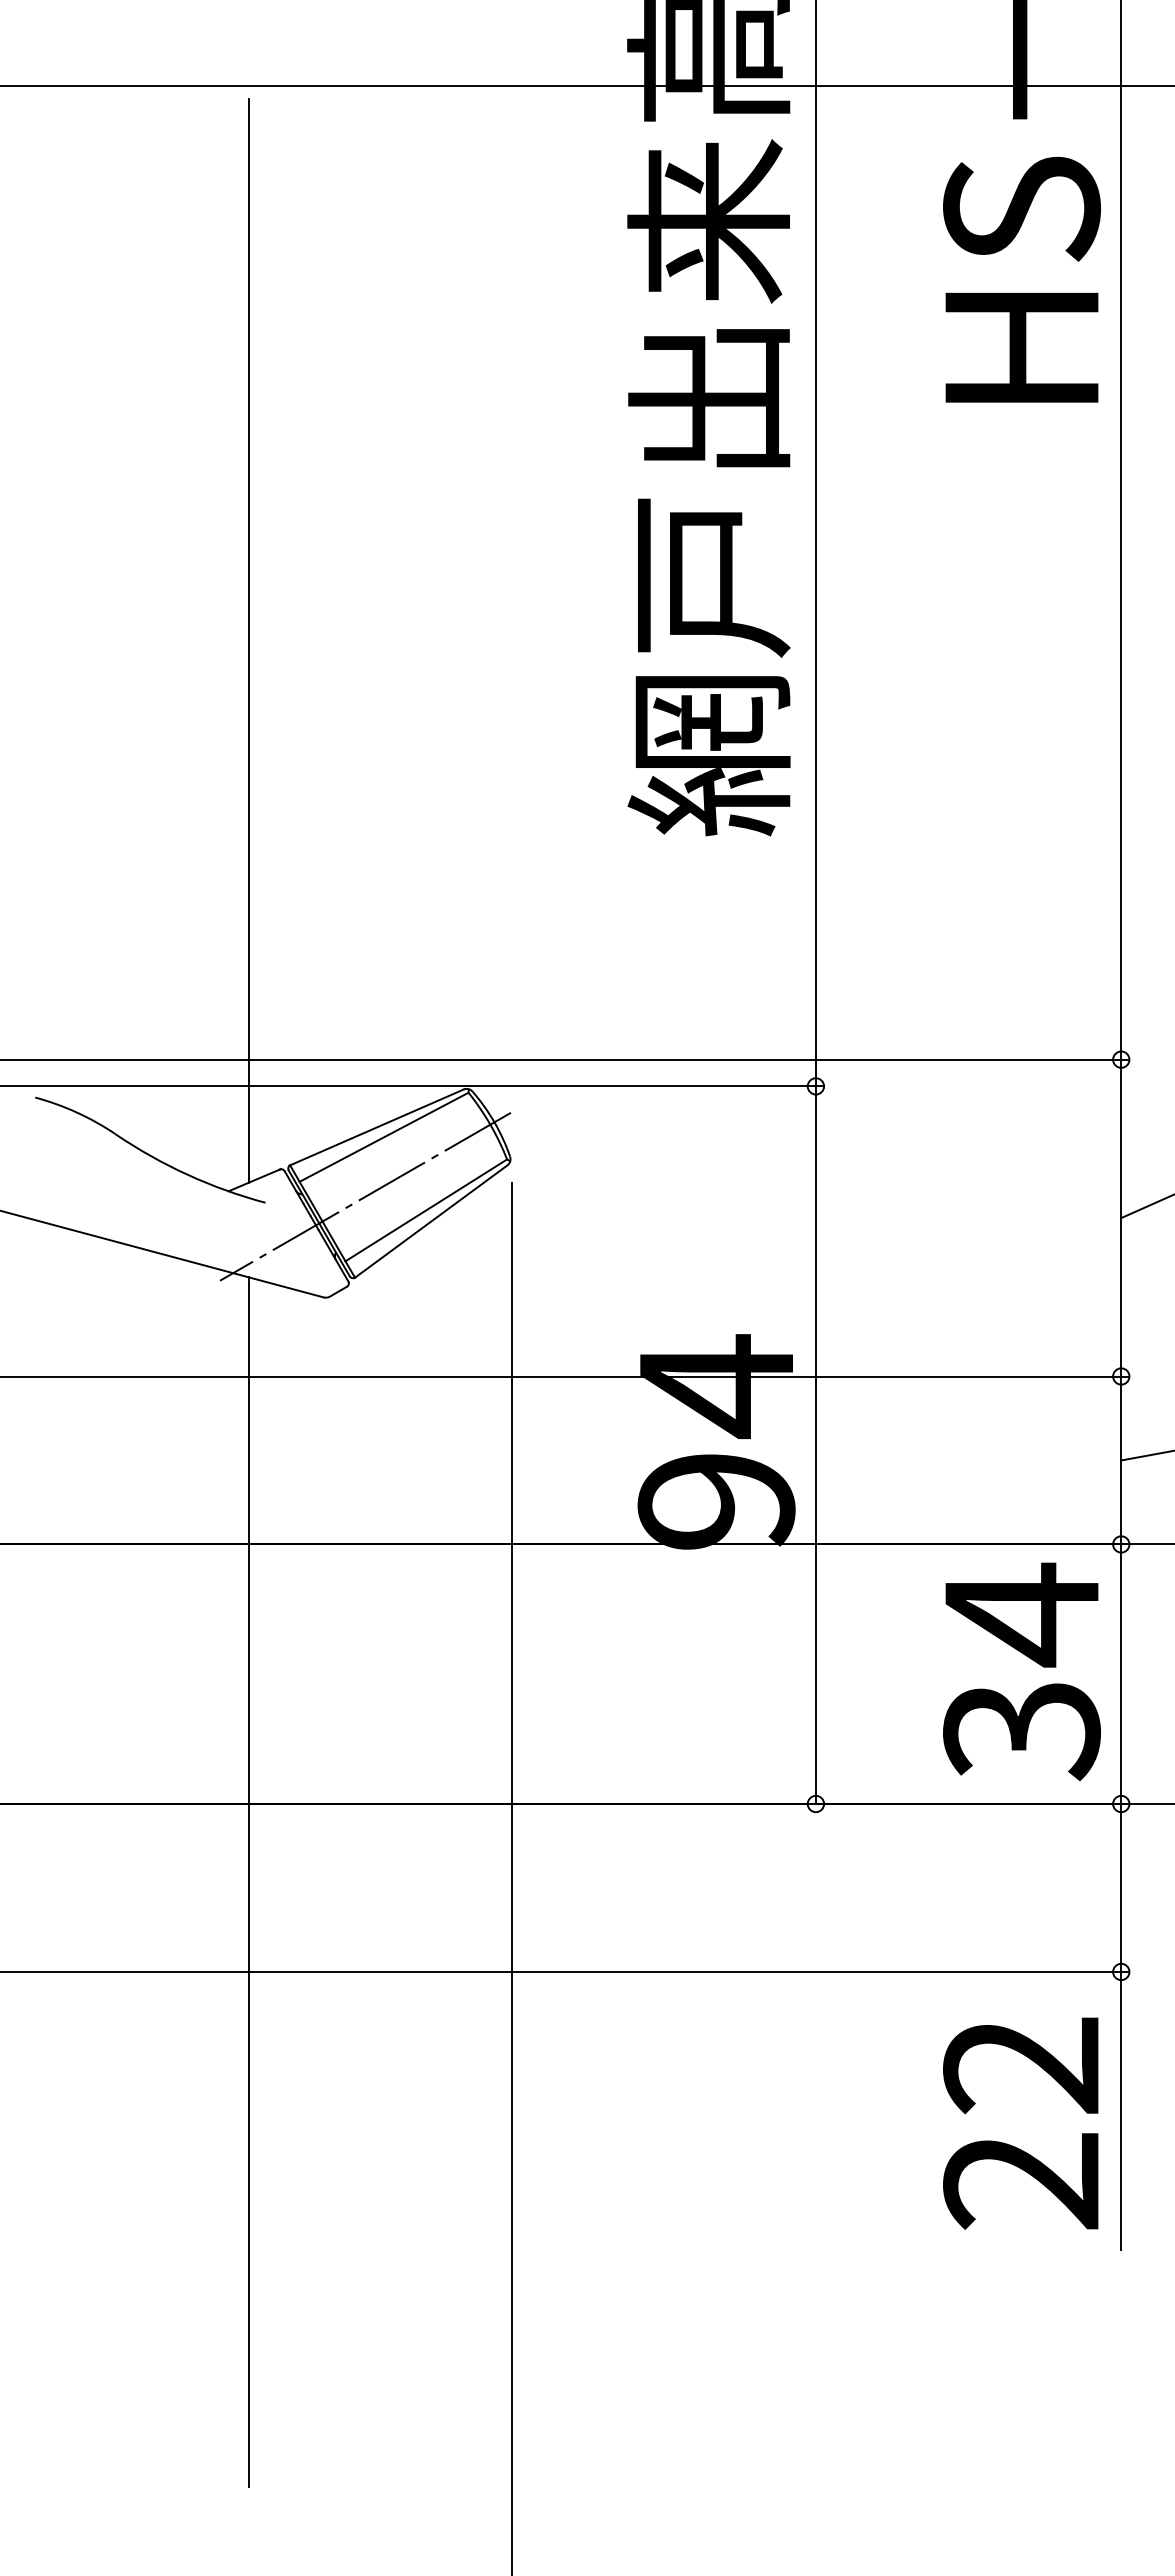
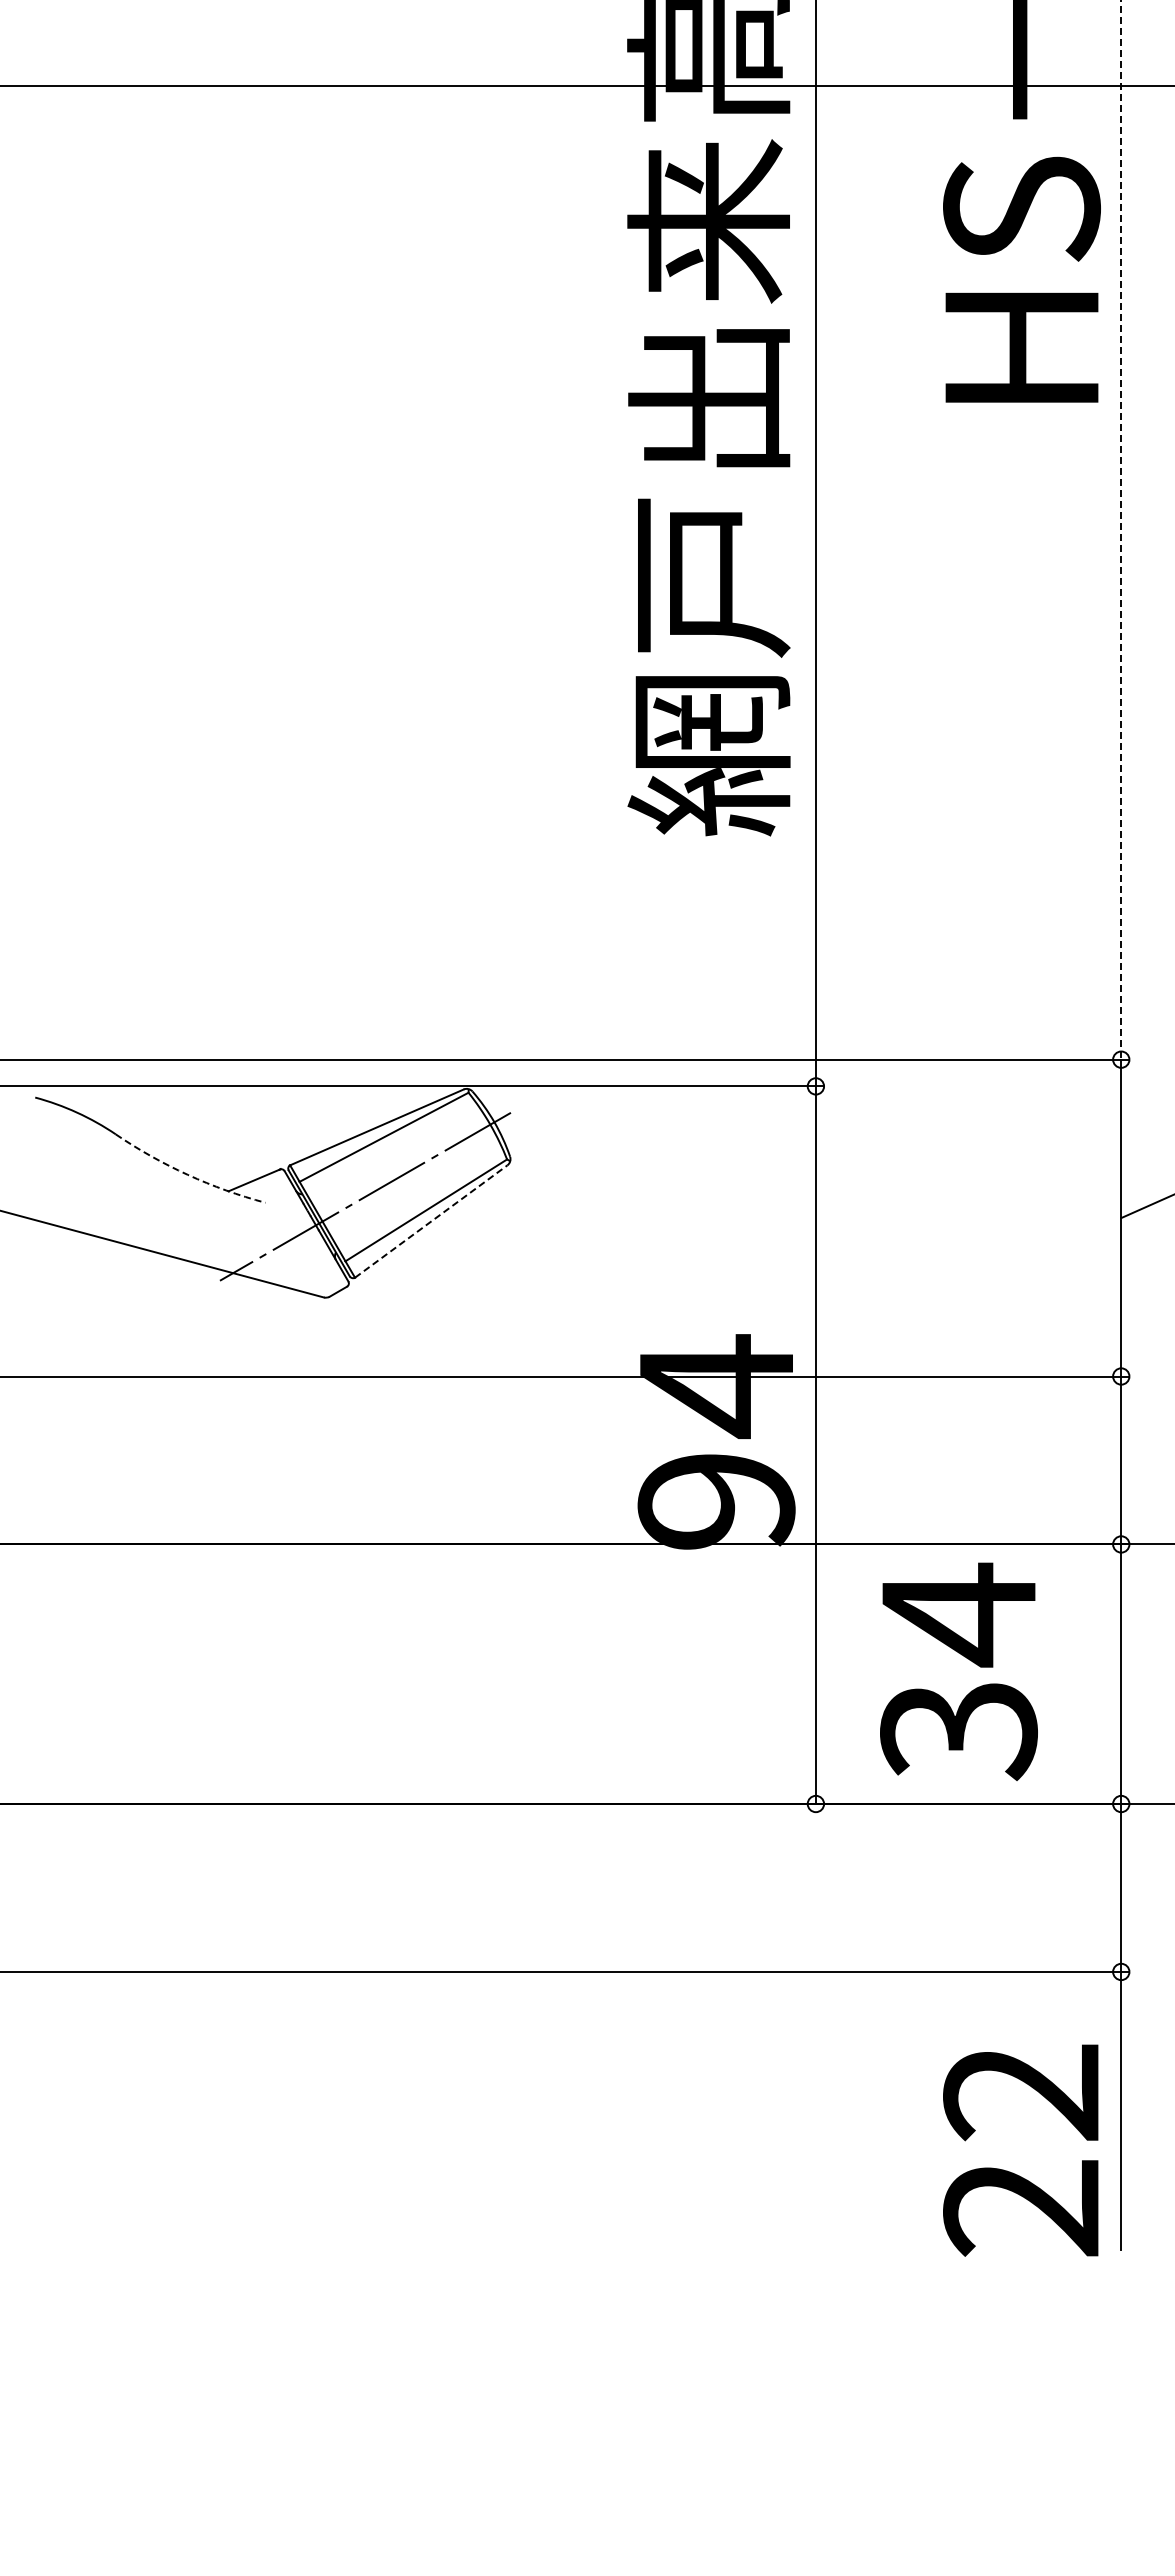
line at (1121, 530): solid -> dashed
line at (248, 640): present -> none
arc at (187, 1174): solid -> dashed
line at (431, 1221): solid -> dashed
line at (1146, 1455): present -> none
text at (1021, 1671) position: (1021, 1671) -> (958, 1671)
line at (511, 1877): present -> none
line at (248, 1882): present -> none
text at (1020, 2123) position: (1020, 2123) -> (1020, 2150)
